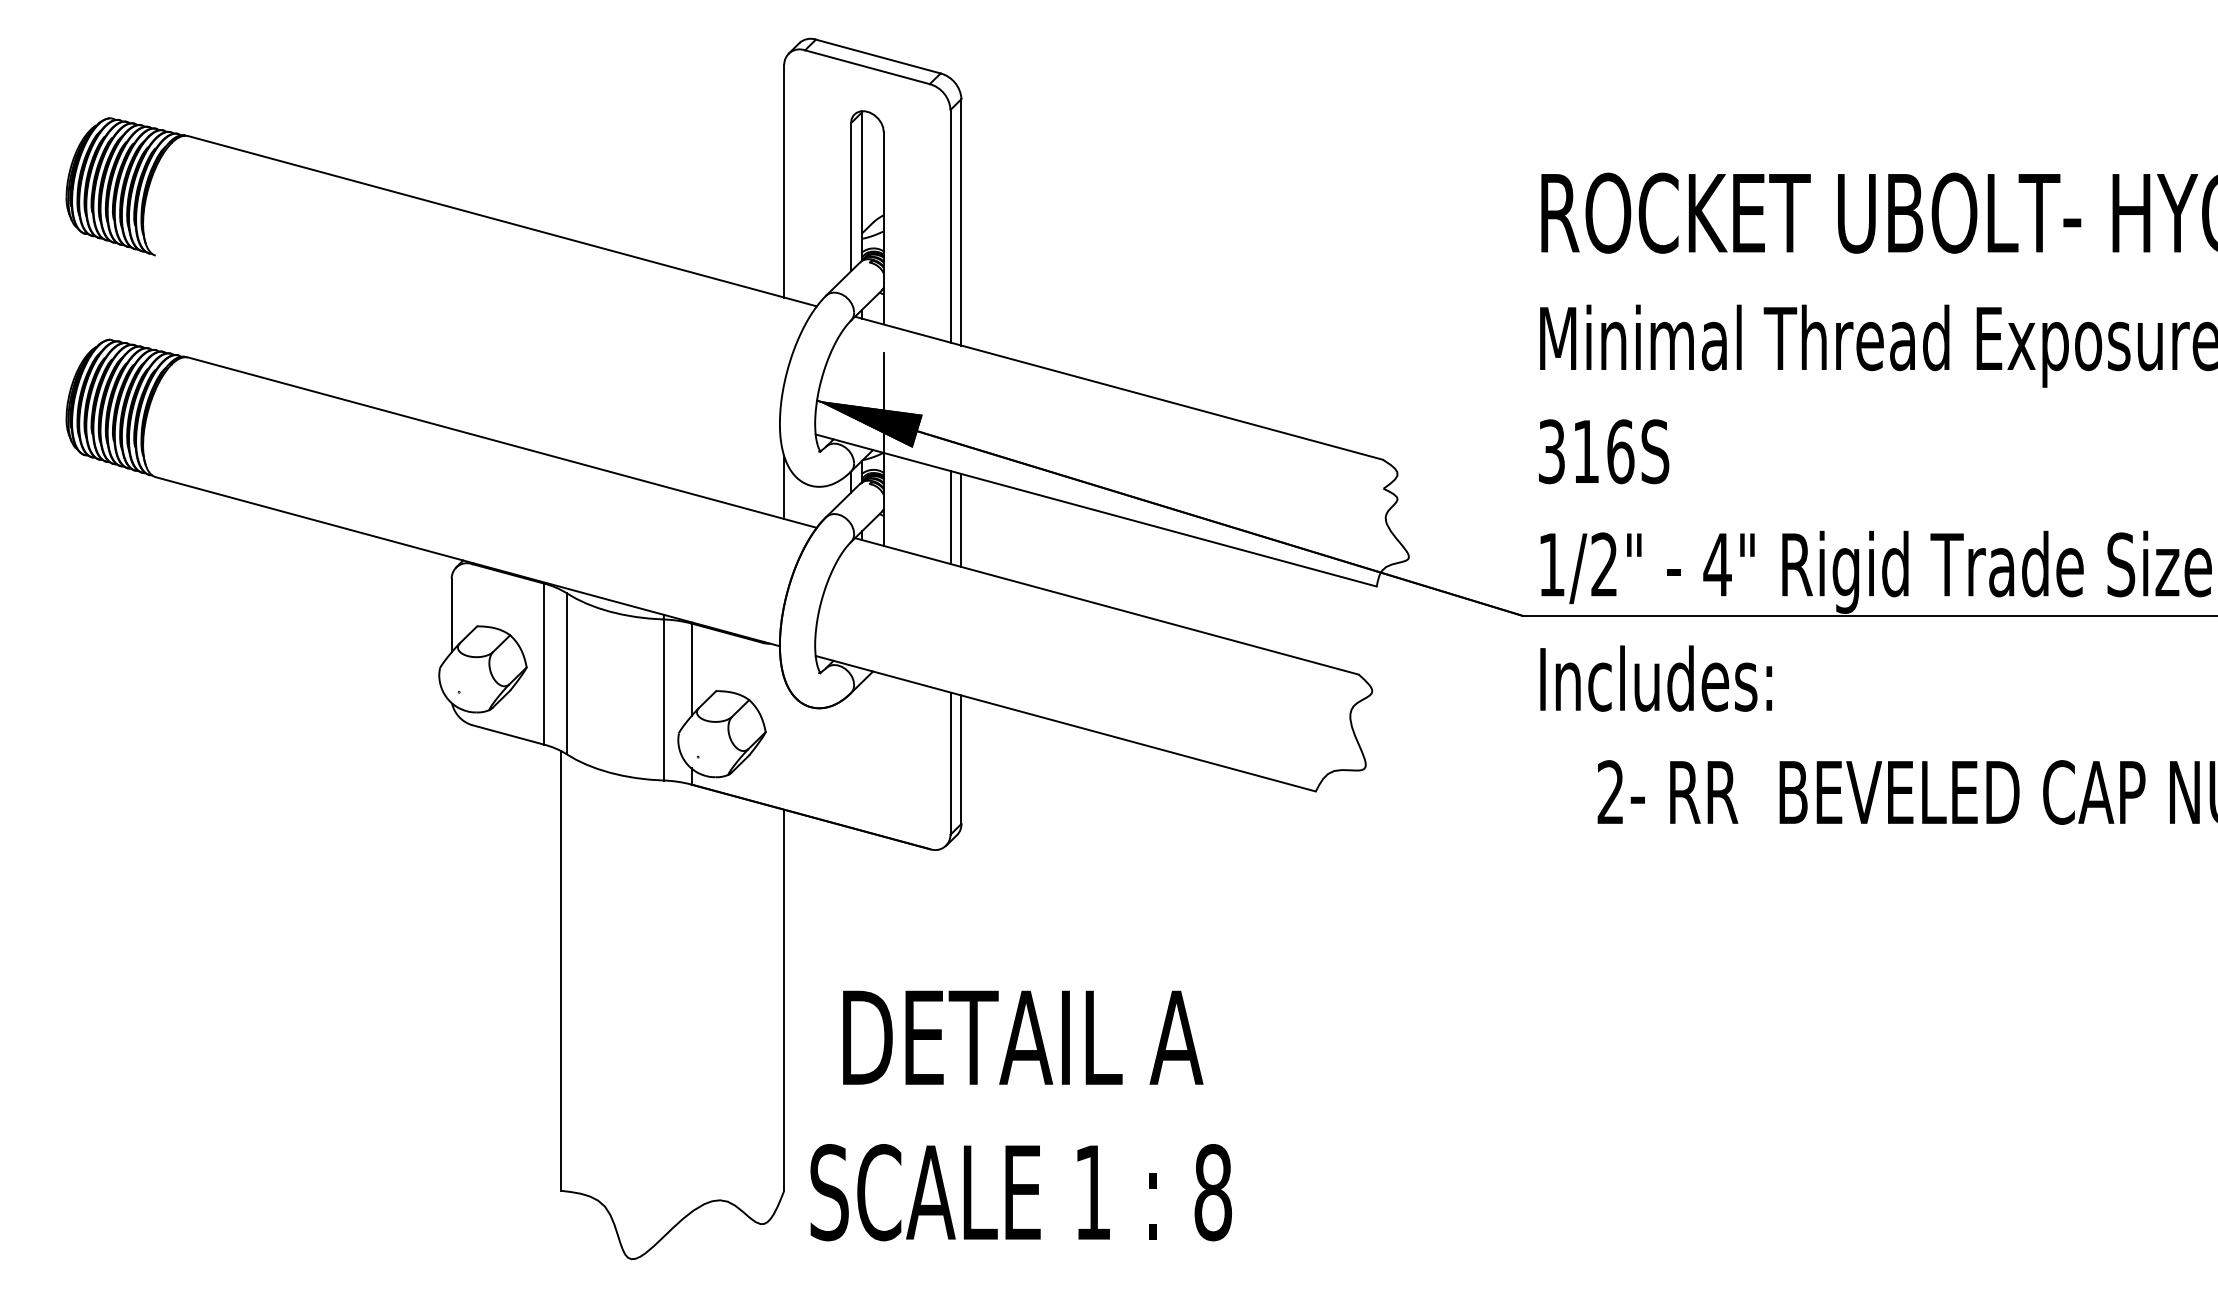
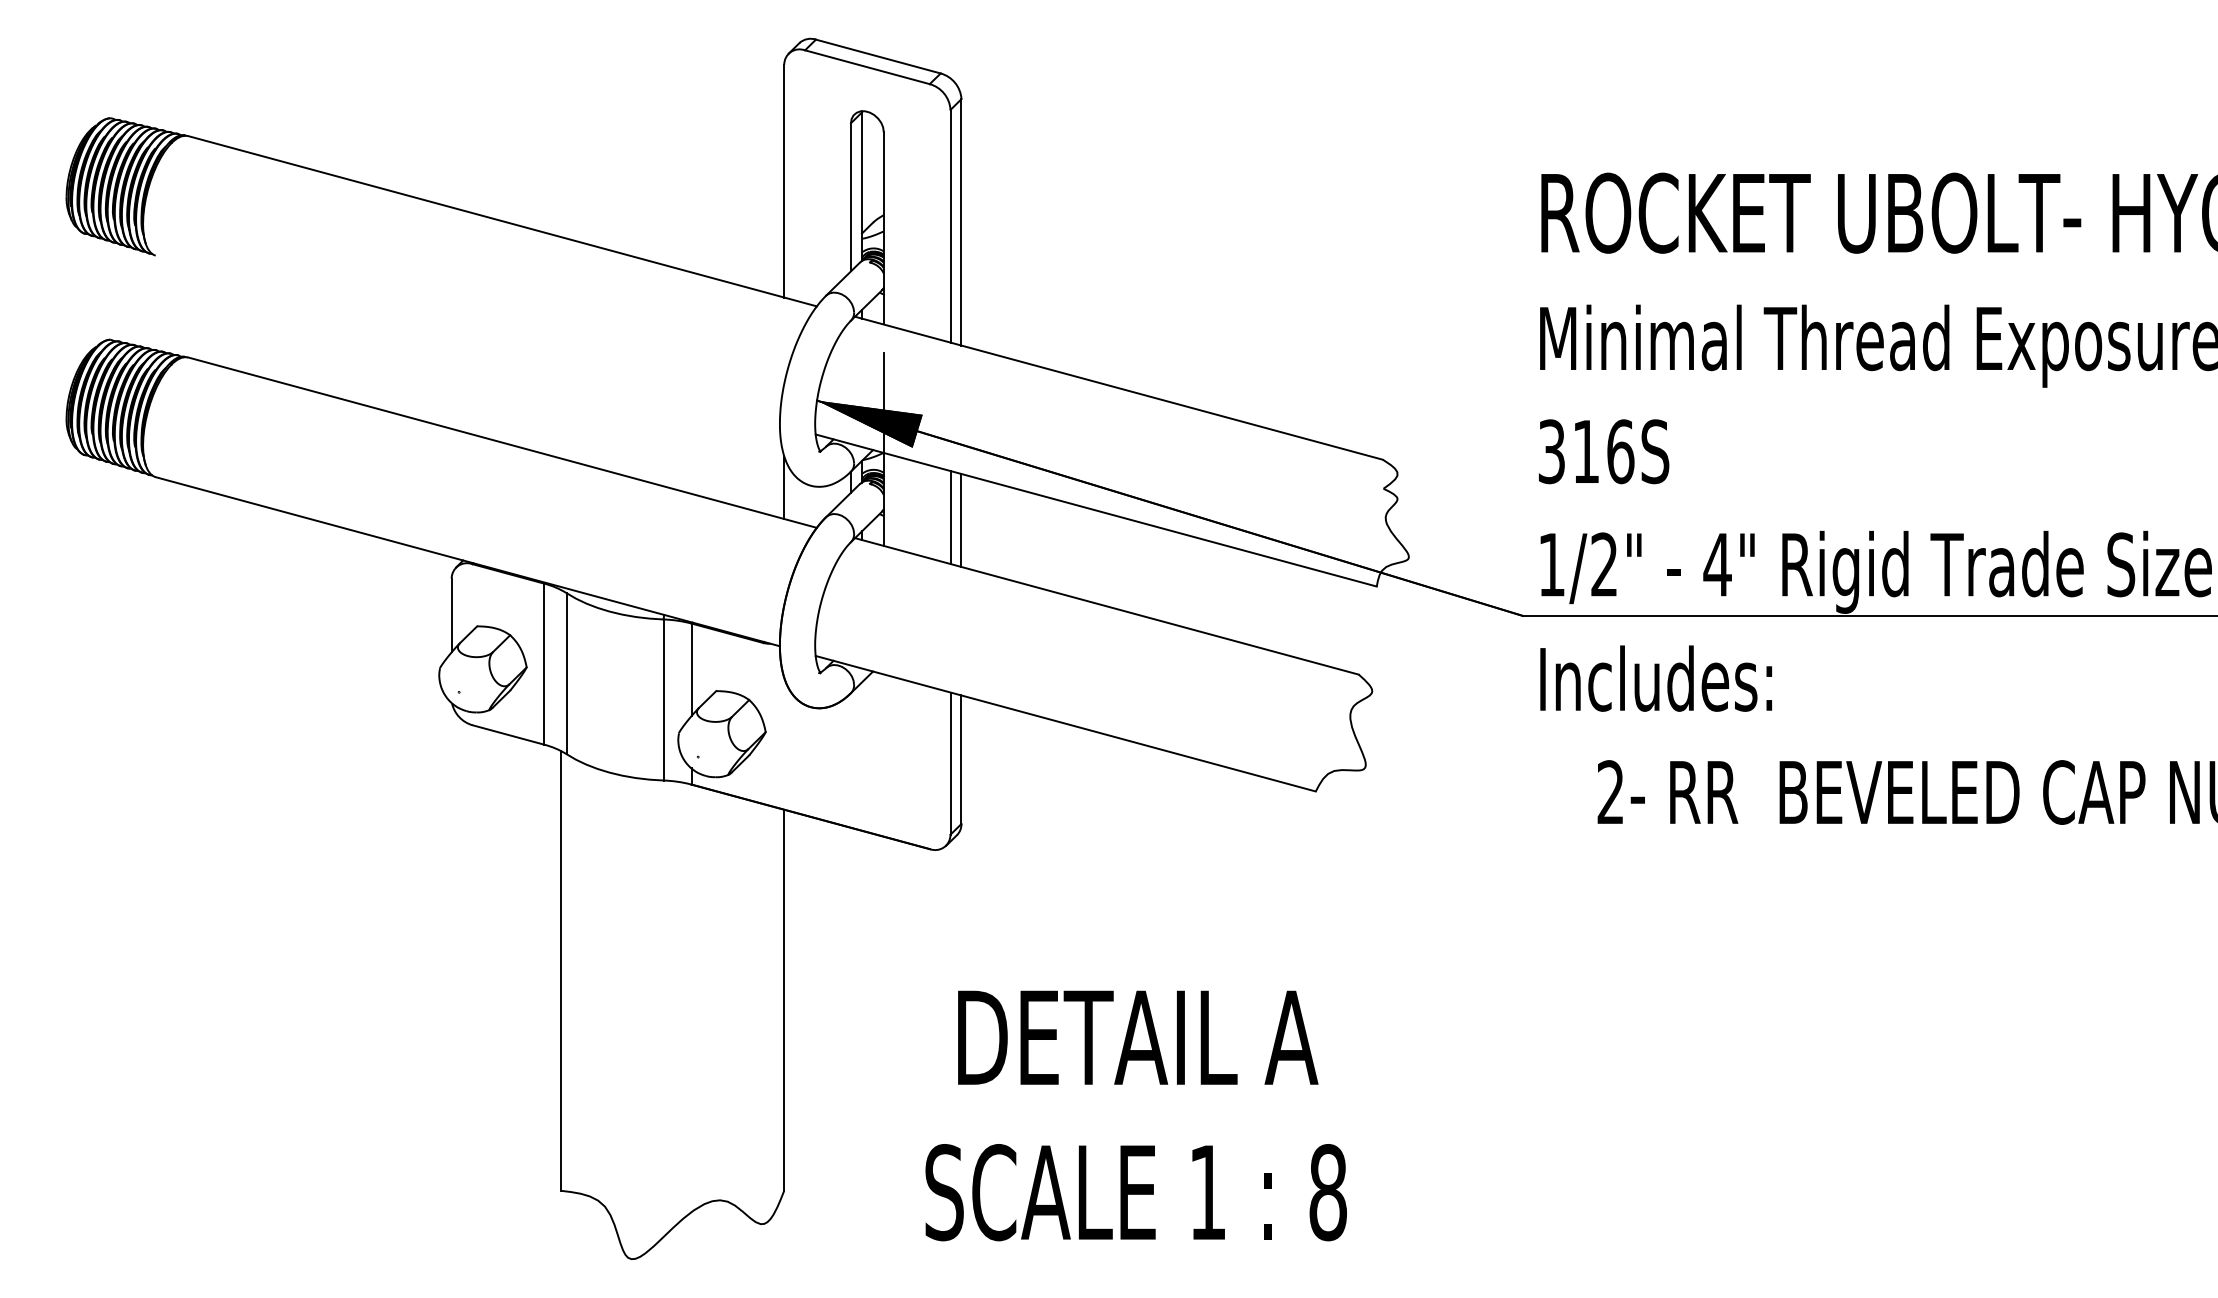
text at (1020, 1115) position: (1020, 1115) -> (1135, 1115)
